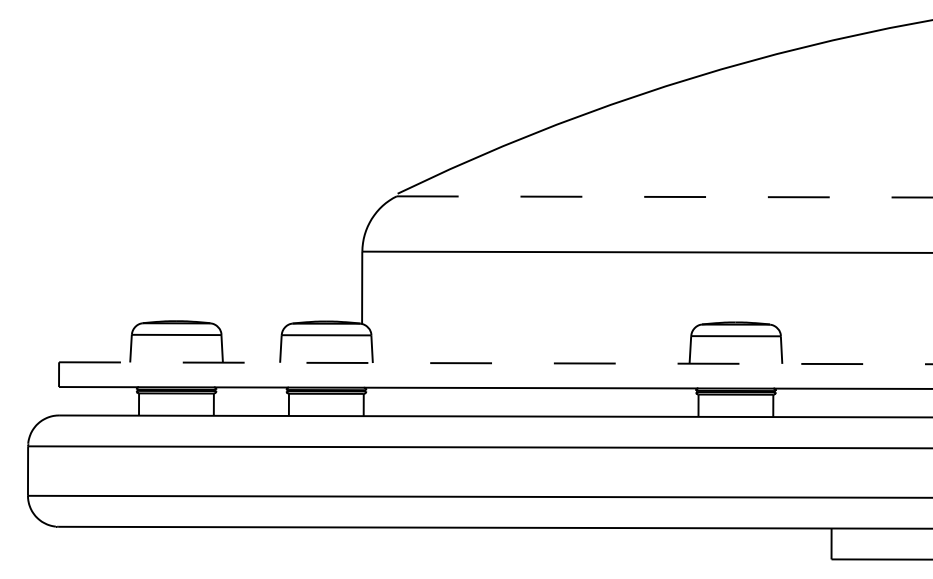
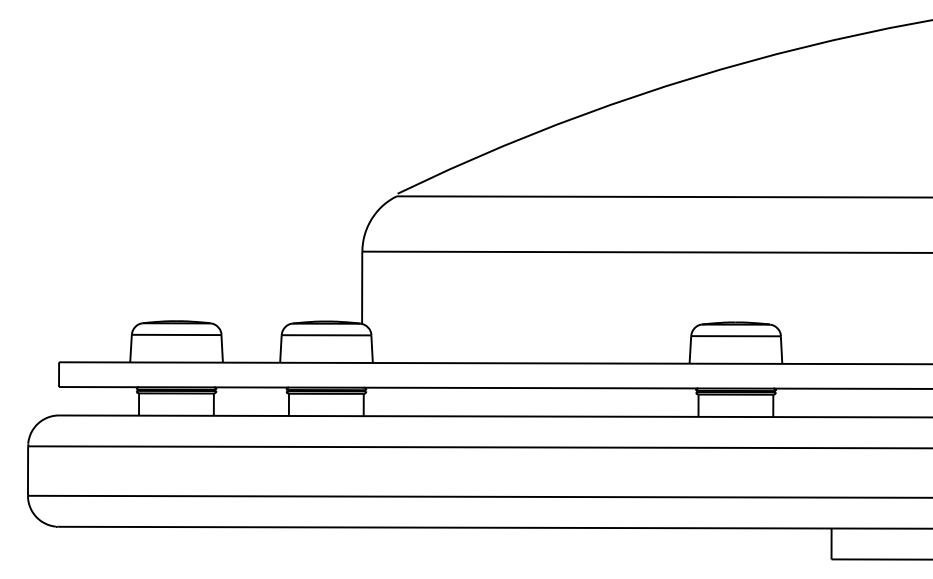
line at (664, 196): dashed -> solid
line at (496, 363): dashed -> solid
